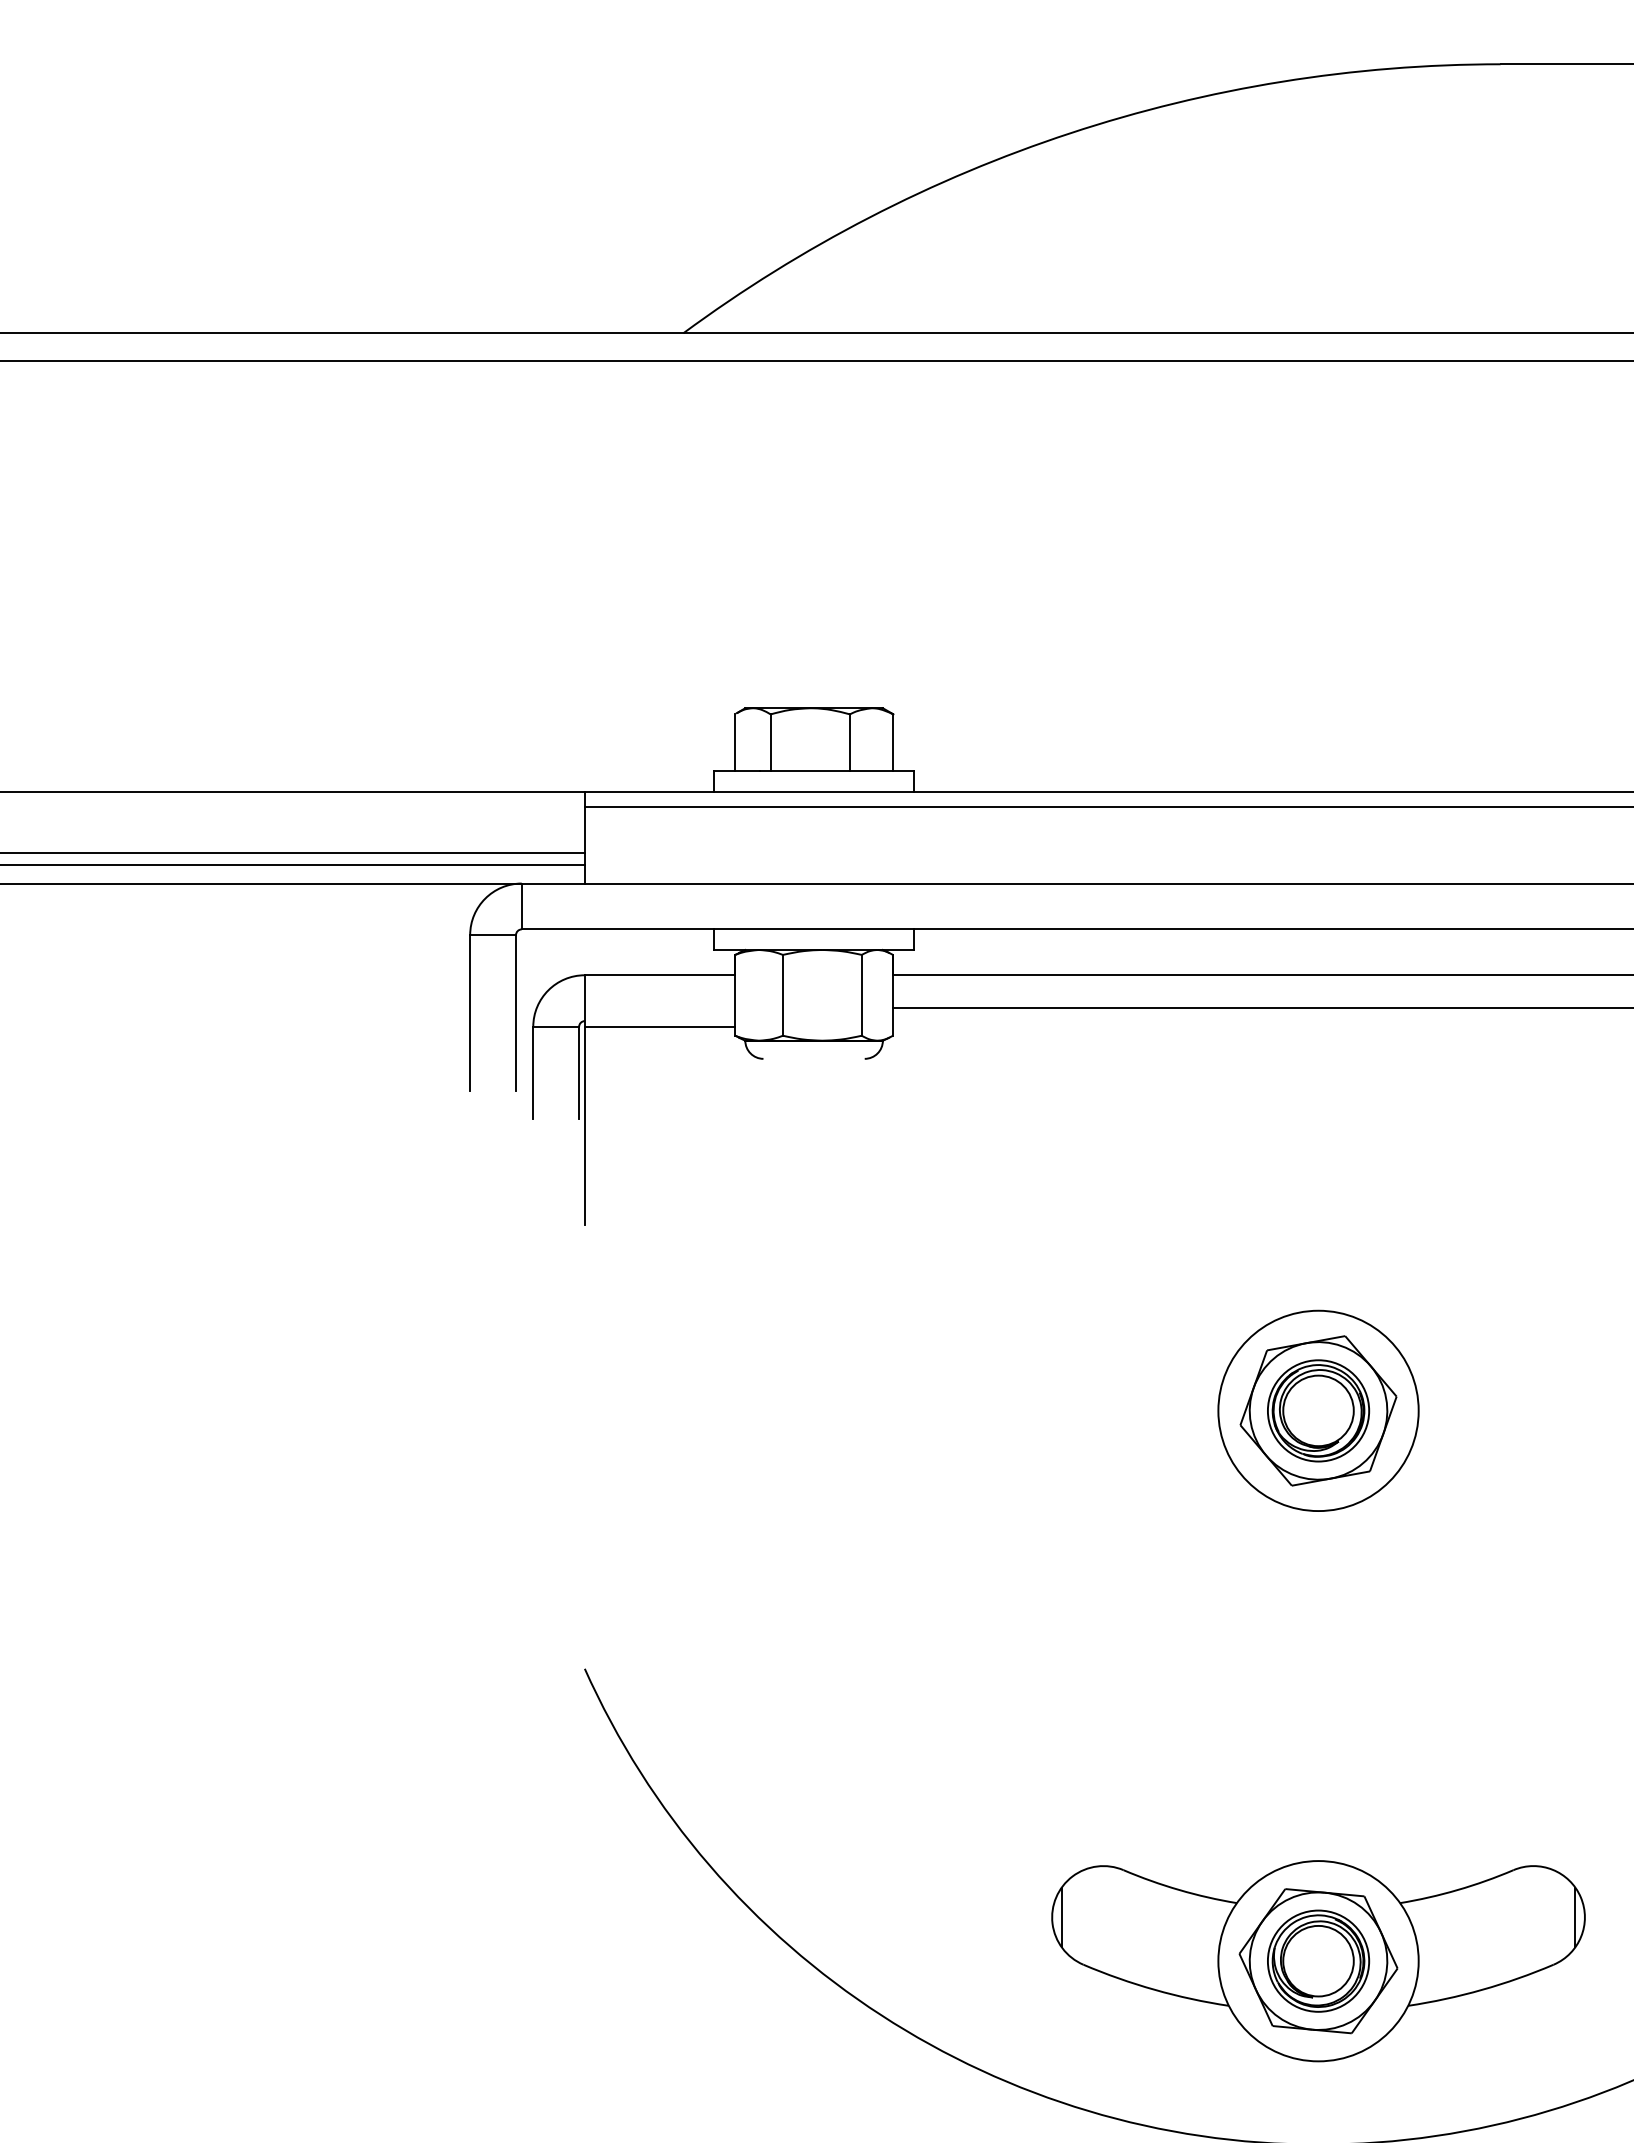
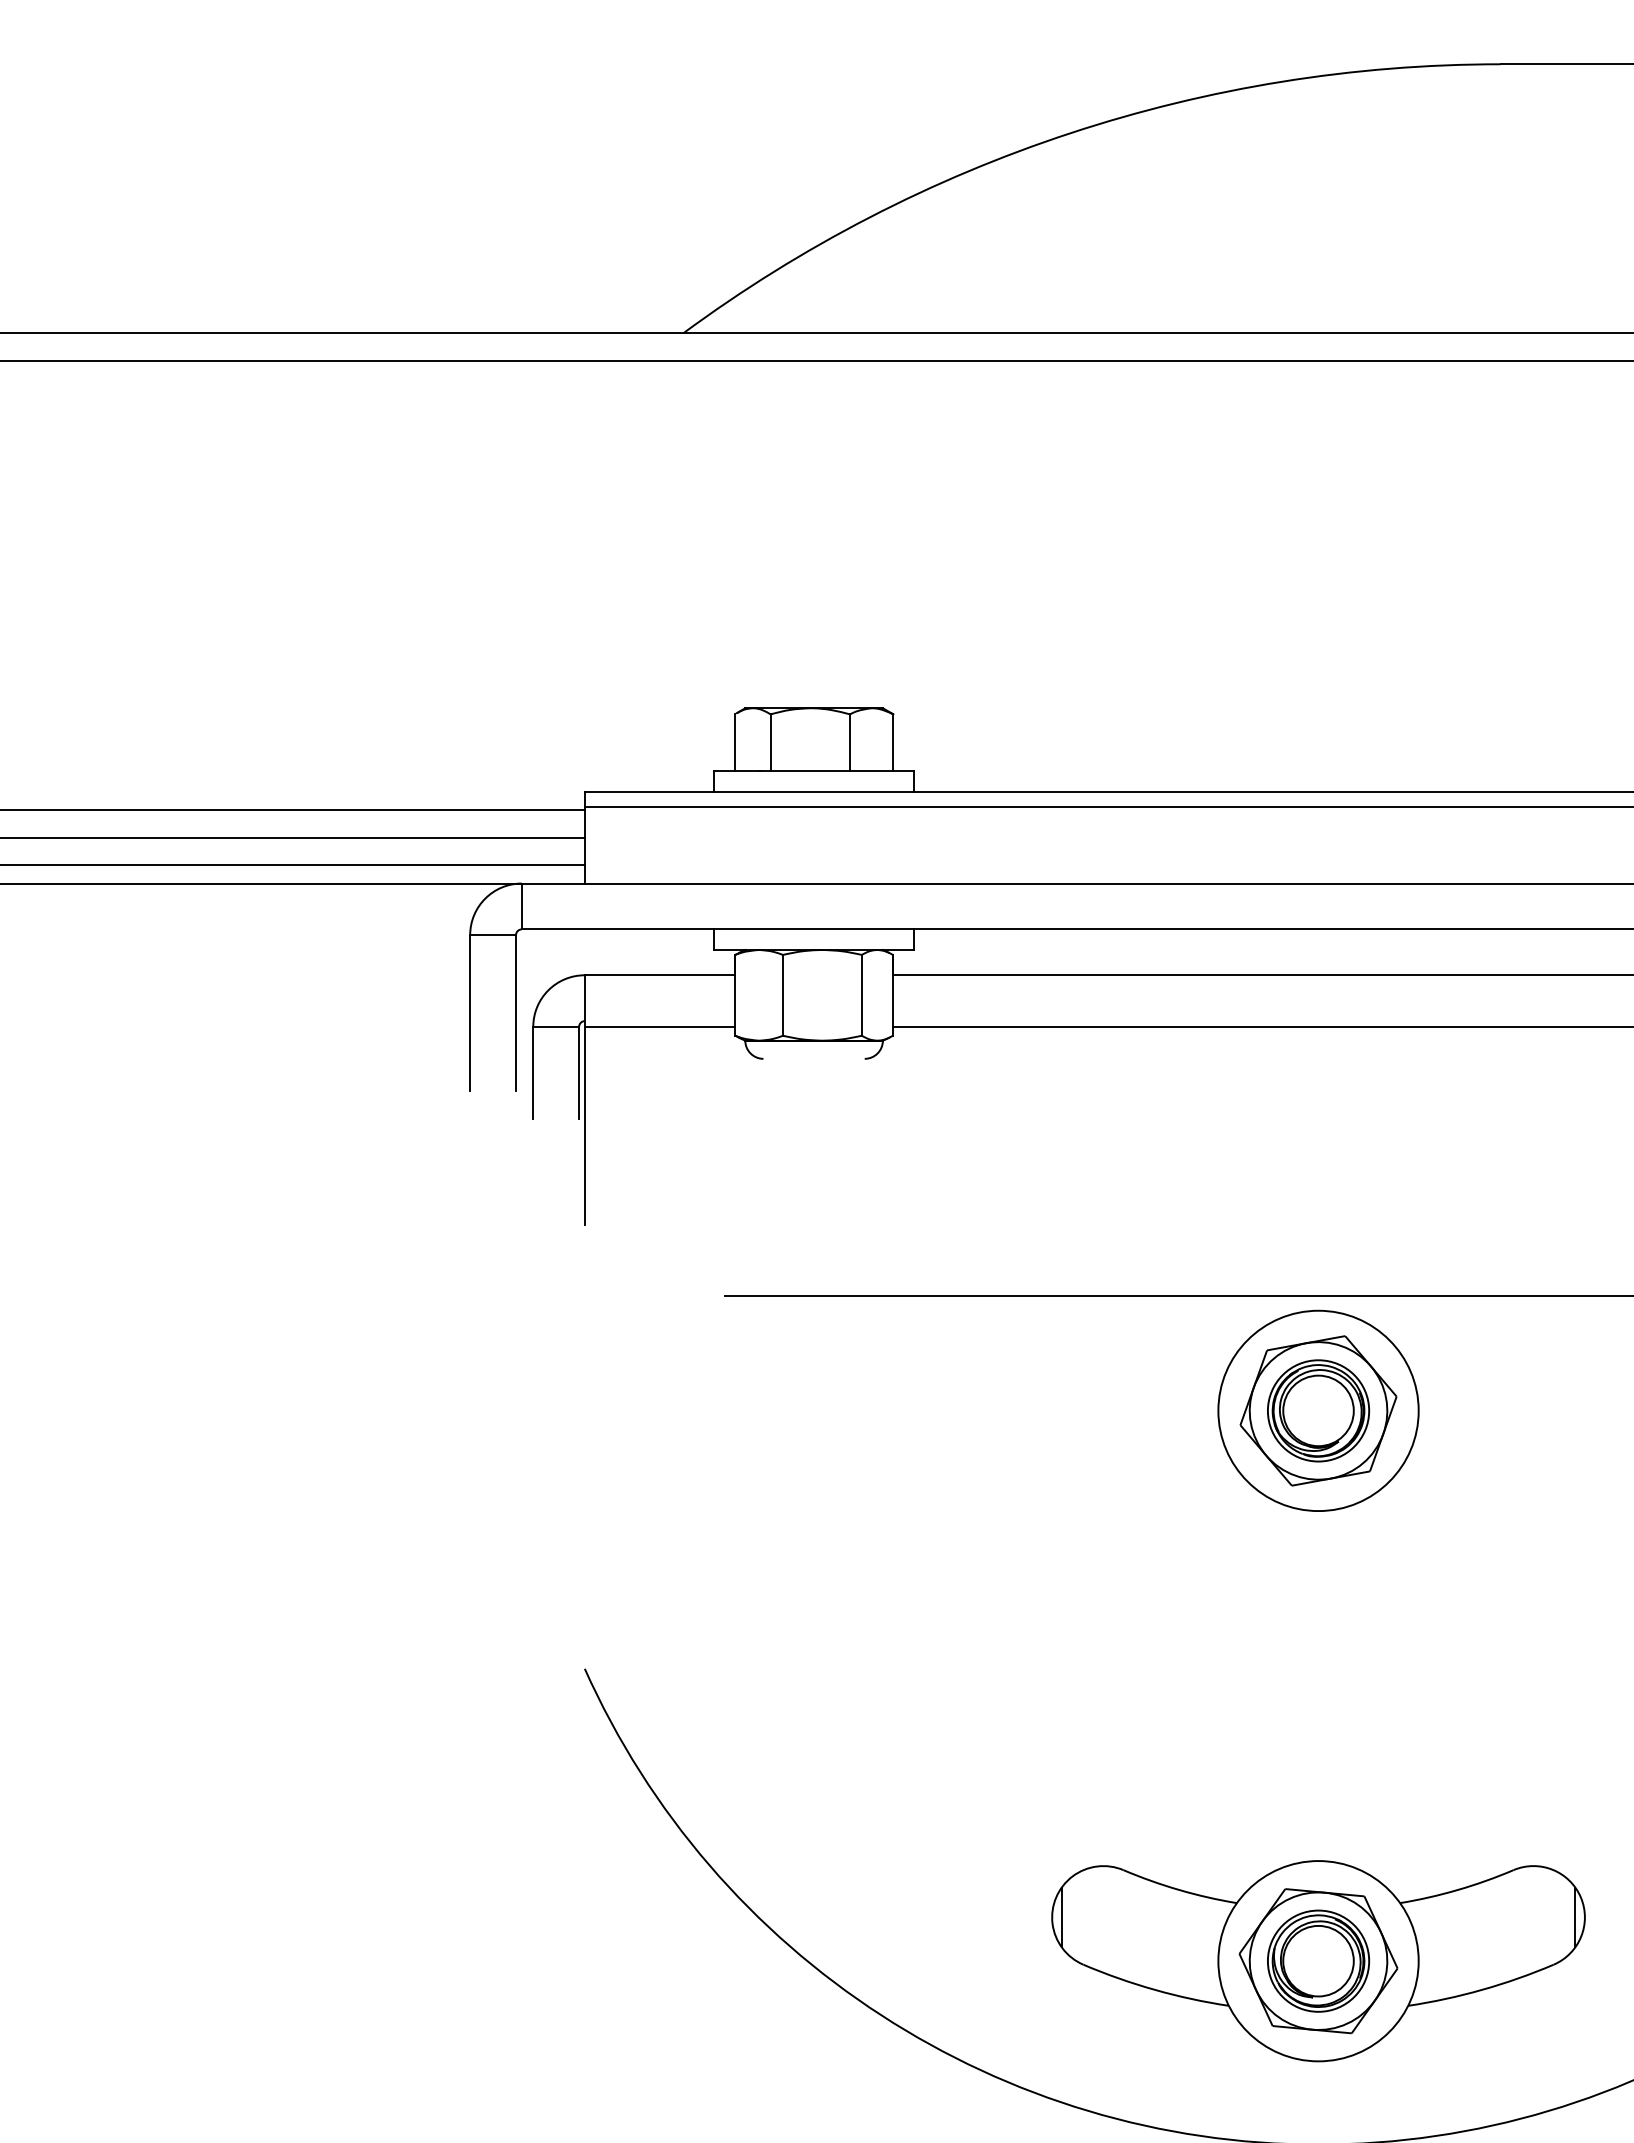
line at (293, 792) position: (293, 792) -> (293, 810)
line at (293, 852) position: (293, 852) -> (293, 837)
line at (1261, 1007) position: (1261, 1007) -> (1261, 1026)
line at (1177, 1296): none -> present
